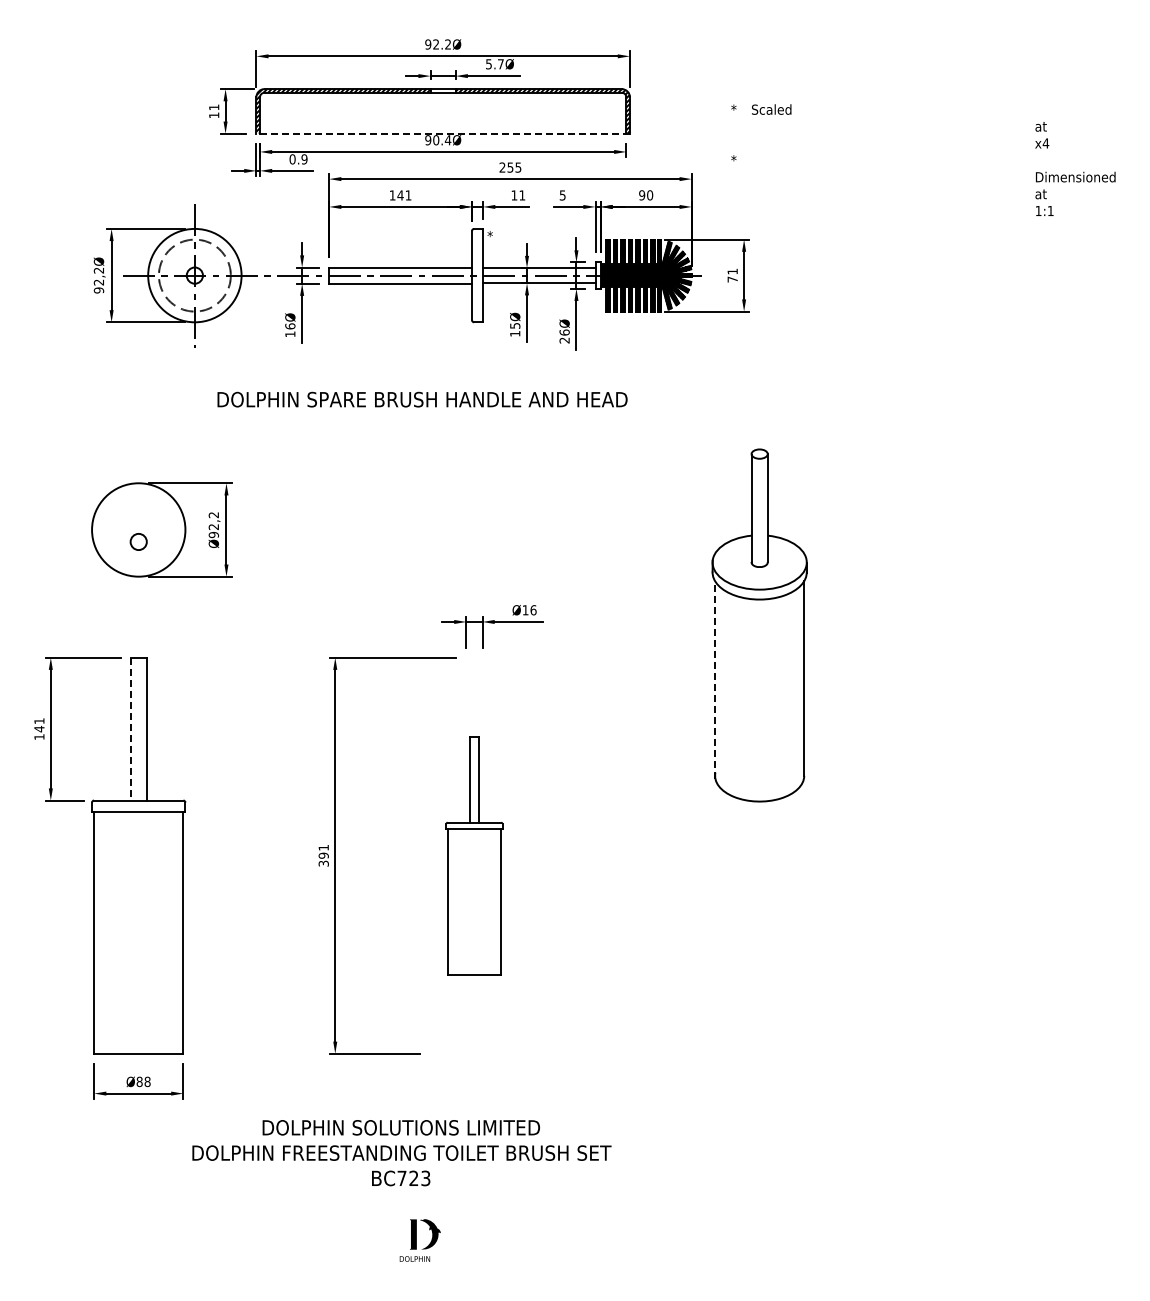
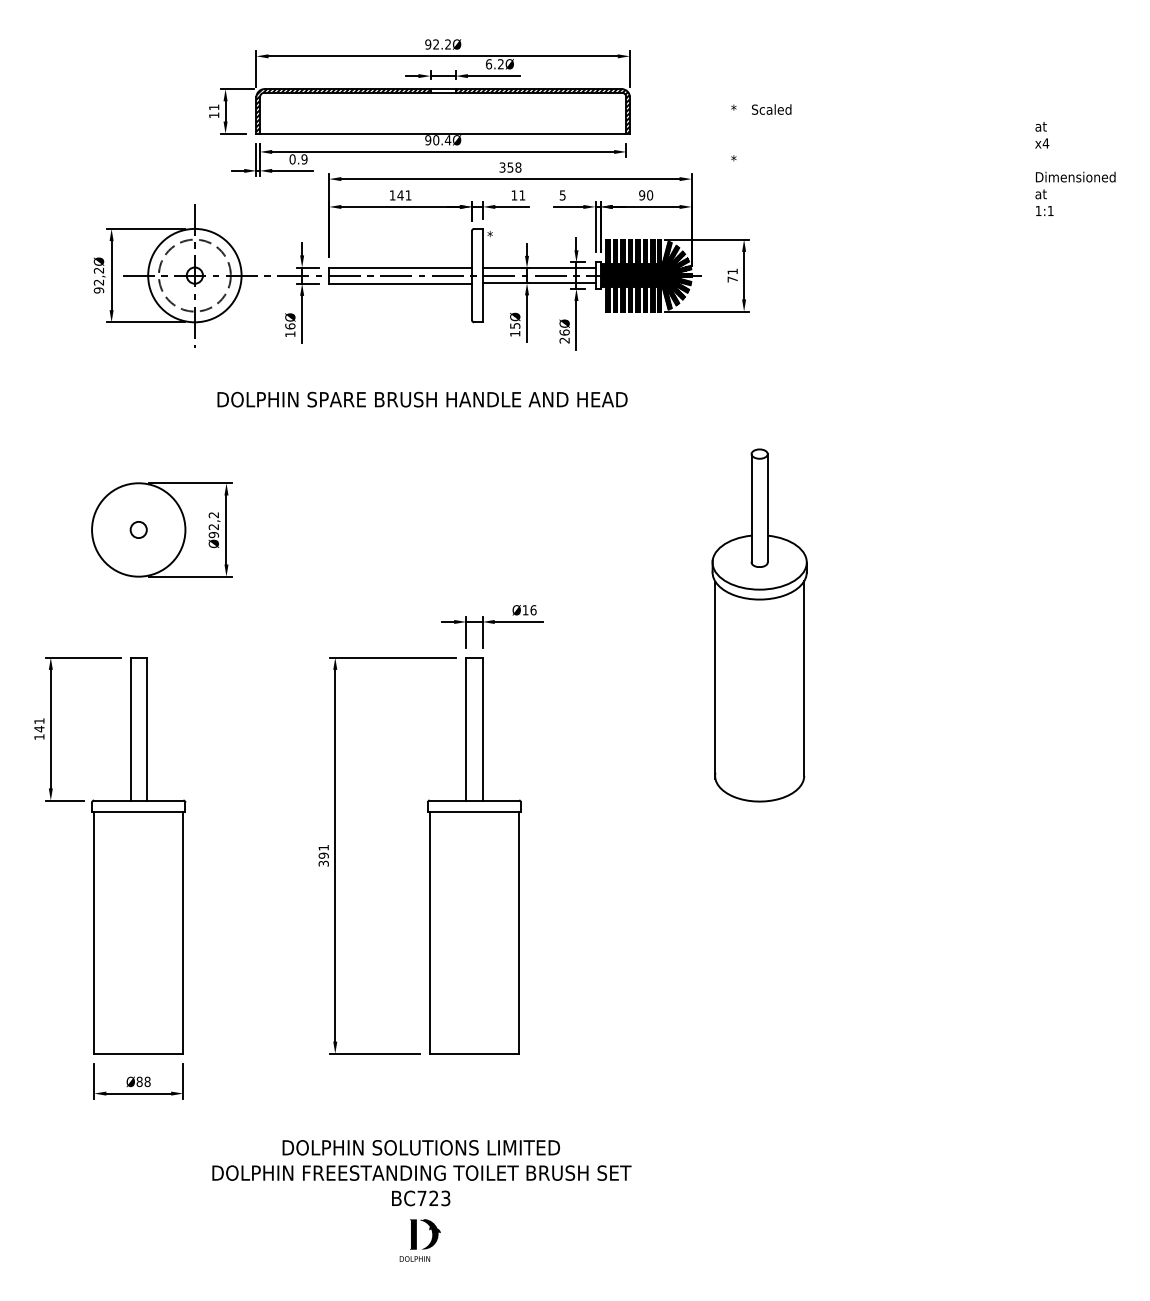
text at (494, 64): 5.7Ø -> 6.2Ø
line at (443, 133): dashed -> solid
text at (510, 167): 255 -> 358
circle at (138, 541) position: (138, 541) -> (138, 529)
line at (715, 680): dashed -> solid
line at (130, 729): dashed -> solid
part at (474, 855) size: 59x240 px -> 95x398 px
text at (401, 1153) position: (401, 1153) -> (421, 1173)
